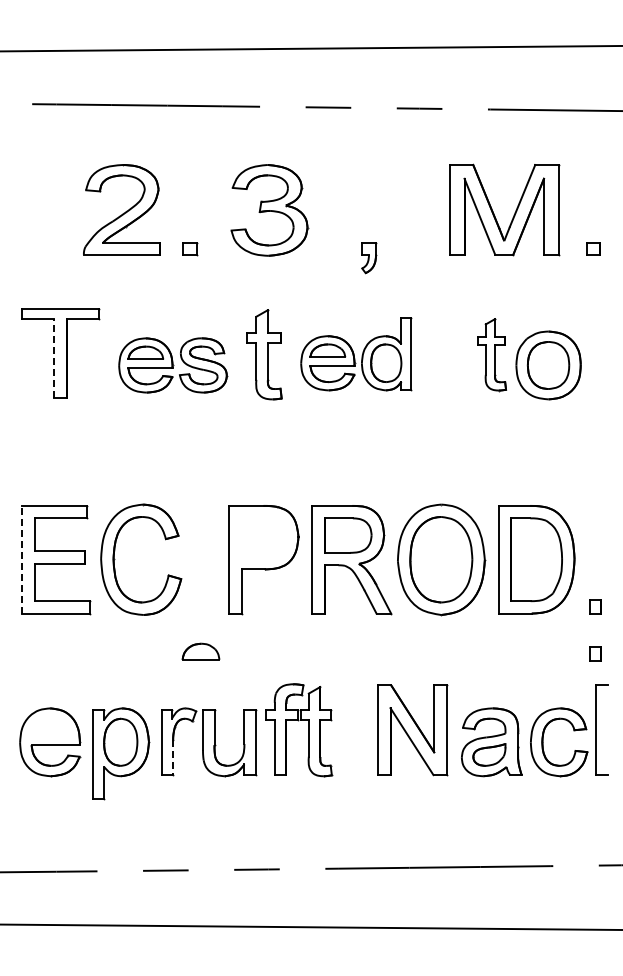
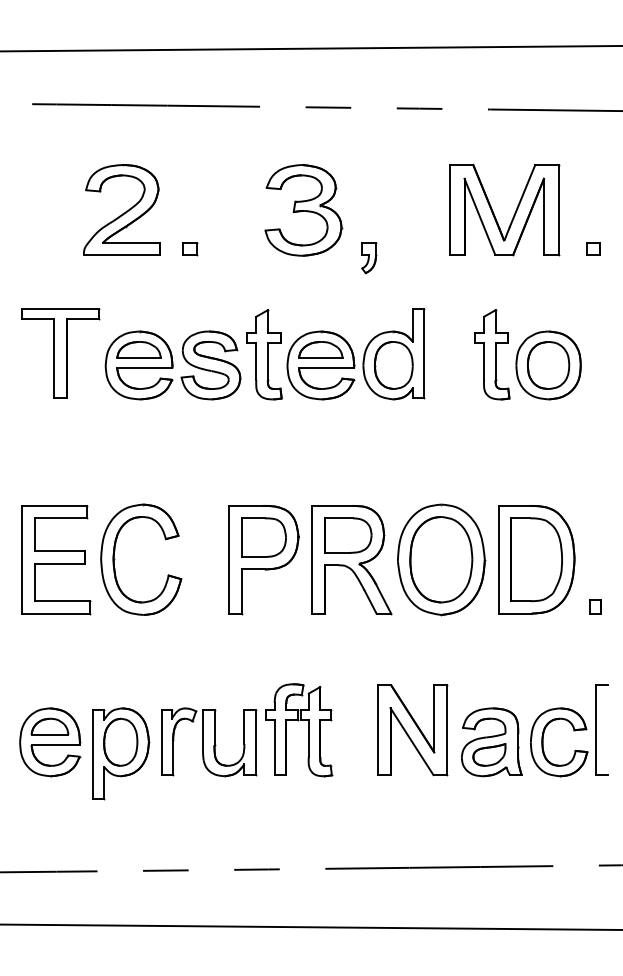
part at (269, 210) position: (269, 210) -> (303, 210)
part at (356, 354) size: 113x75 px -> 140x93 px
part at (492, 355) size: 31x75 px -> 37x92 px
line at (53, 358): dashed -> solid
part at (173, 365) size: 111x57 px -> 138x71 px
part at (263, 537): none -> present
line at (22, 559): dashed -> solid
part at (200, 651) position: (200, 651) -> (49, 726)
part at (595, 653): present -> none
line at (173, 758): dashed -> solid
